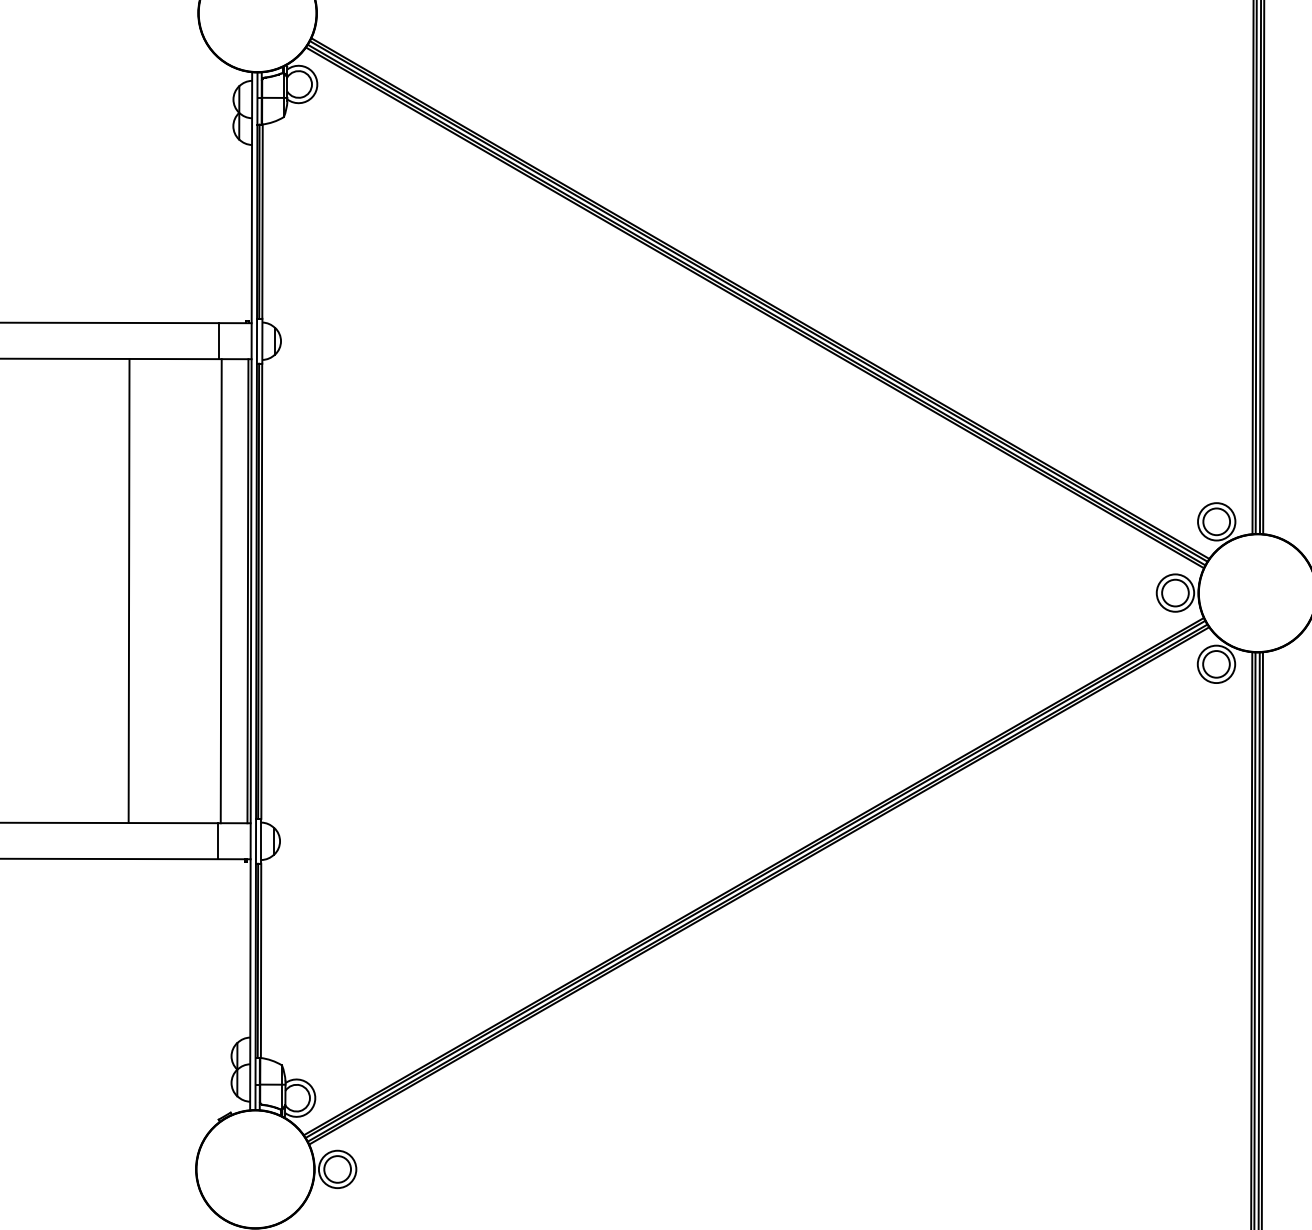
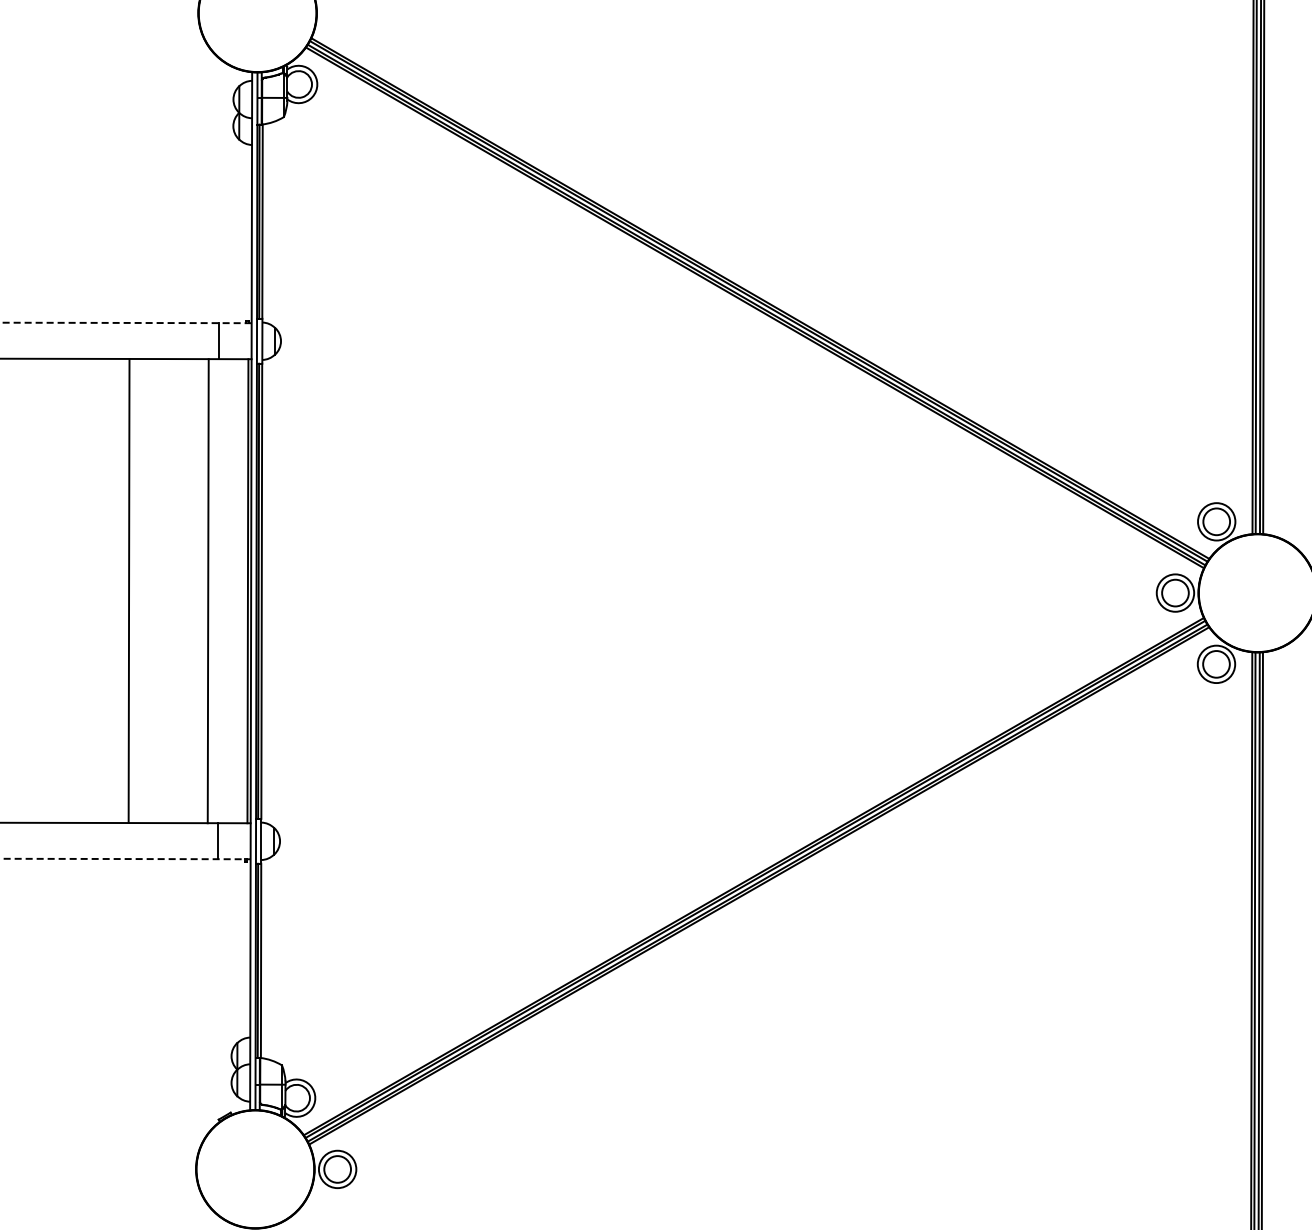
line at (125, 322): solid -> dashed
line at (220, 591) position: (220, 591) -> (207, 591)
line at (125, 859): solid -> dashed
